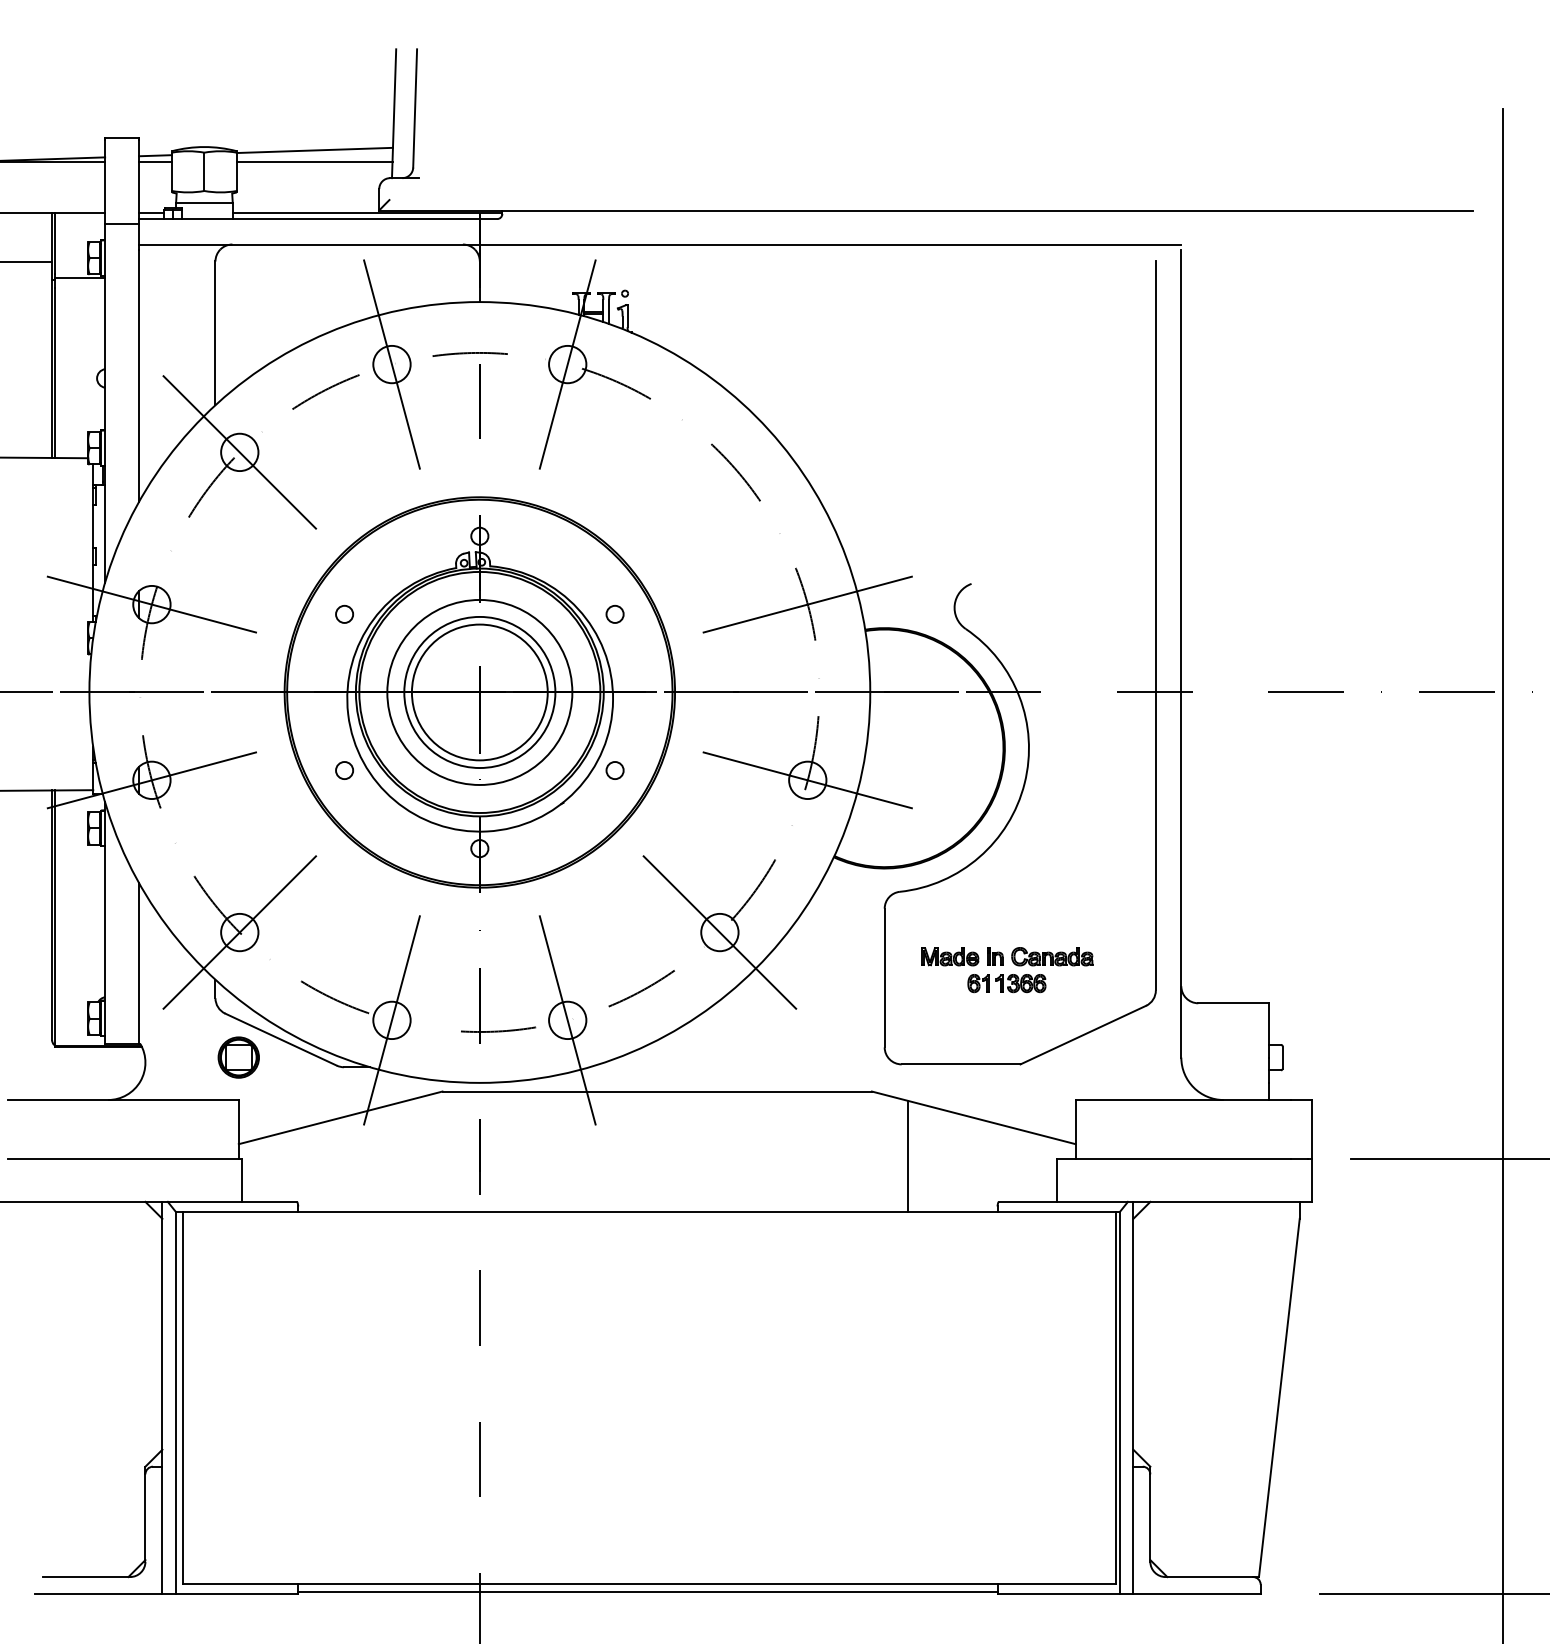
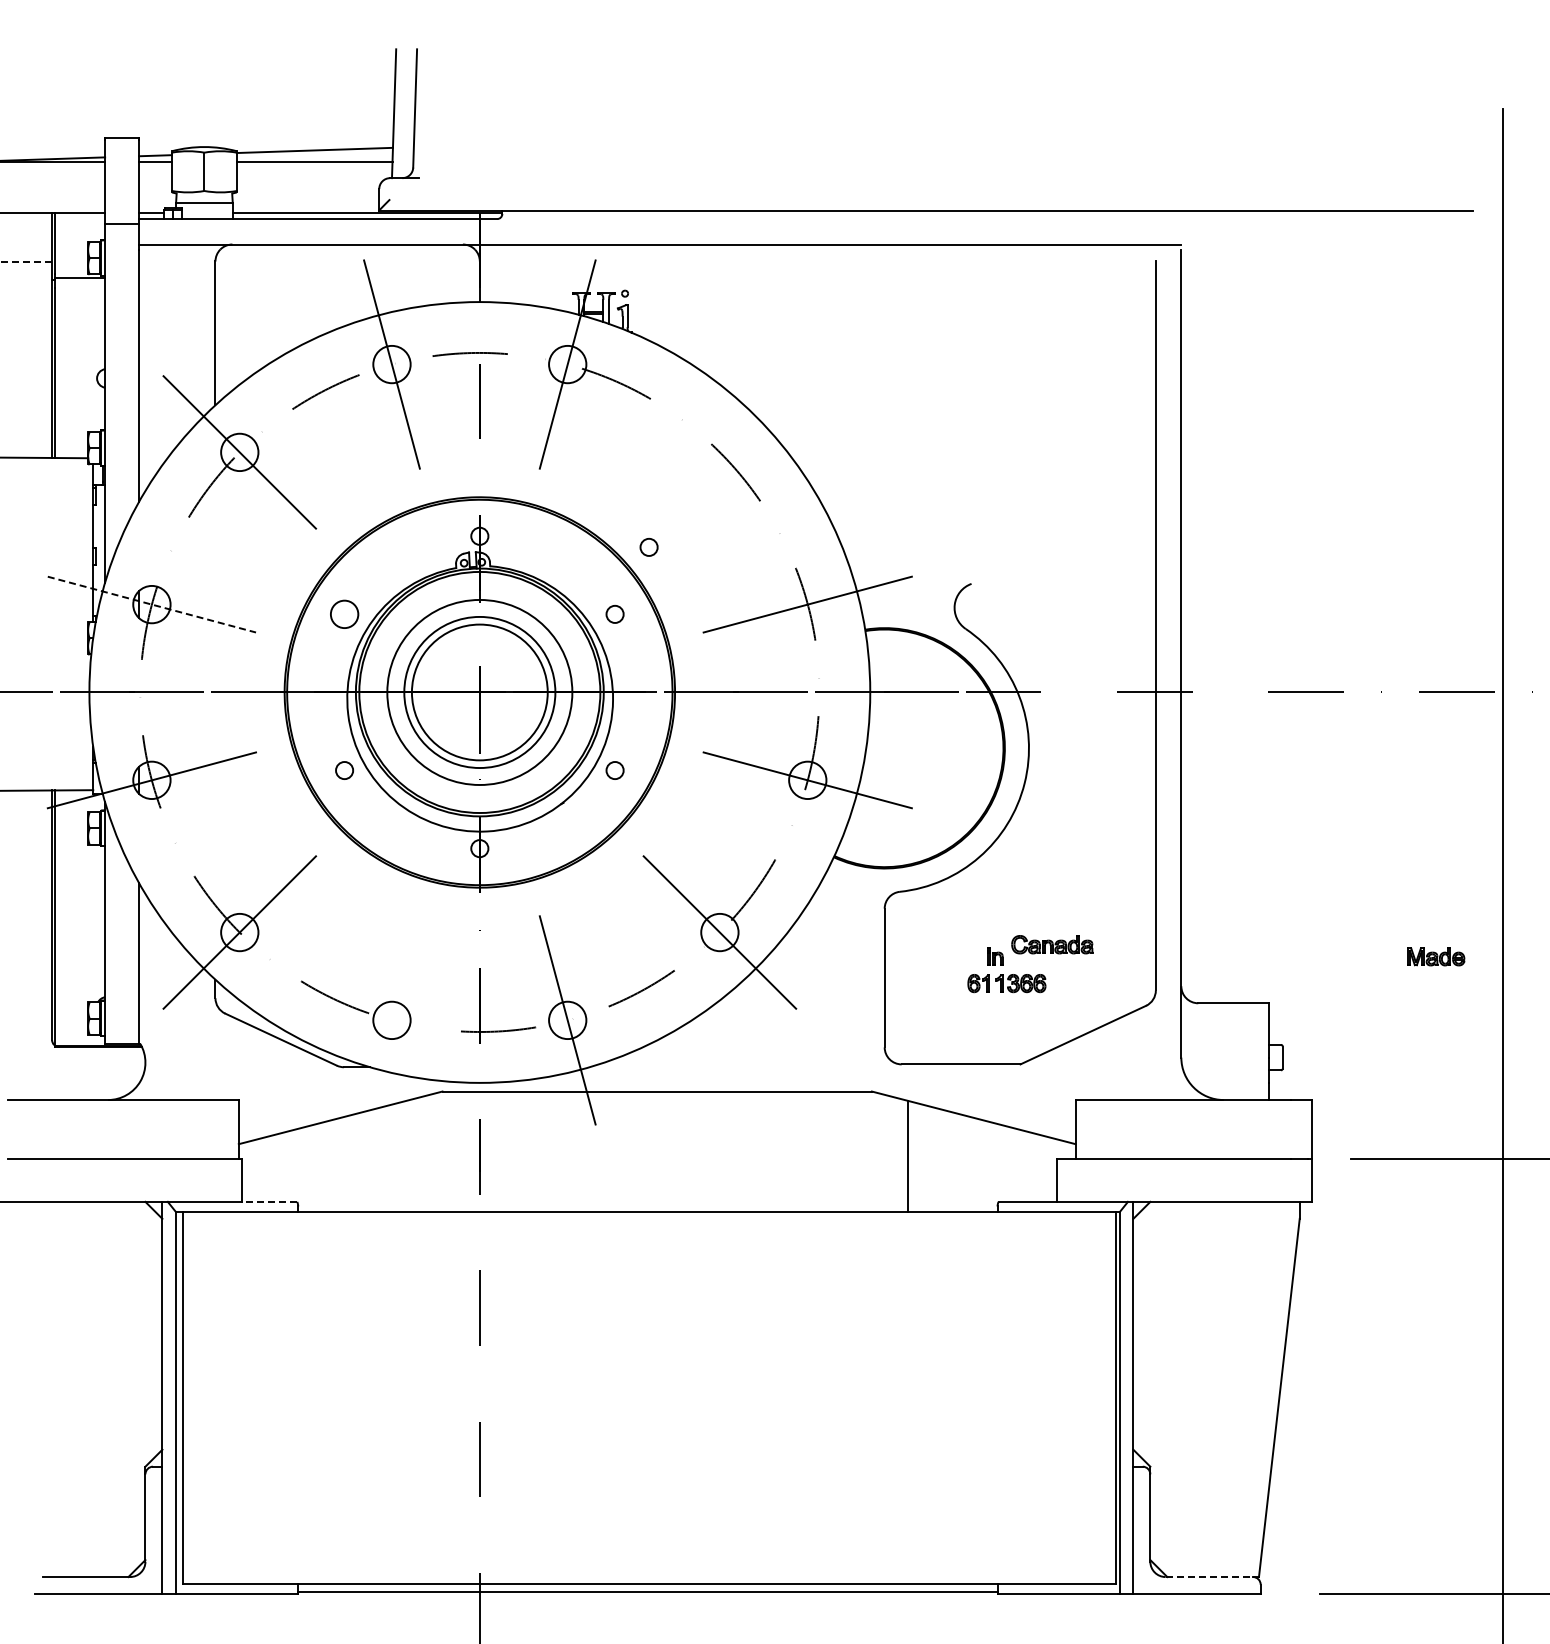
line at (26, 262): solid -> dashed
circle at (648, 547): none -> present
line at (151, 604): solid -> dashed
circle at (344, 613) diameter: 17 px -> 27 px
part at (950, 956) position: (950, 956) -> (1436, 956)
part at (1052, 956) position: (1052, 956) -> (1052, 944)
line at (391, 1020): present -> none
part at (238, 1057): present -> none
line at (269, 1201): solid -> dashed
line at (1209, 1577): solid -> dashed
